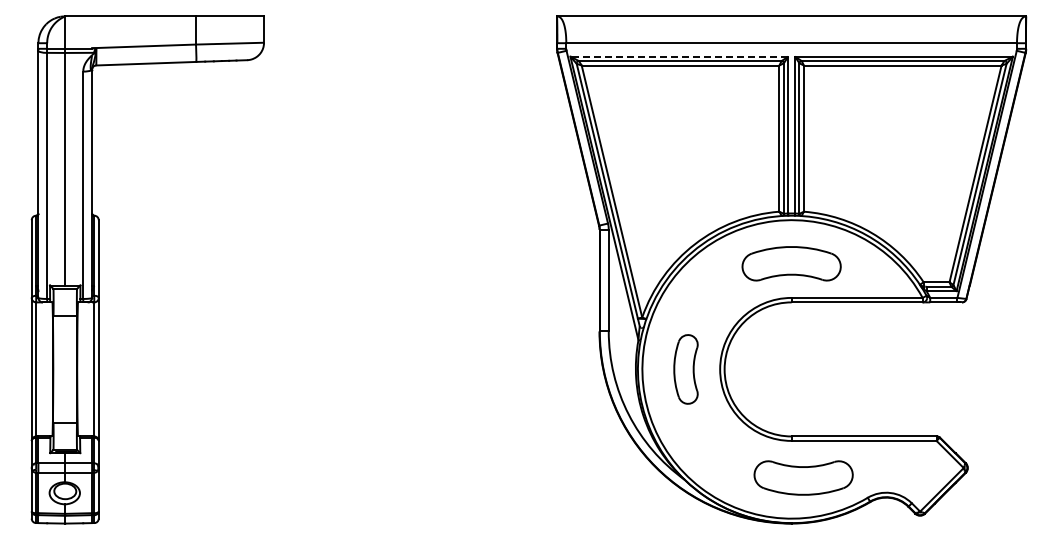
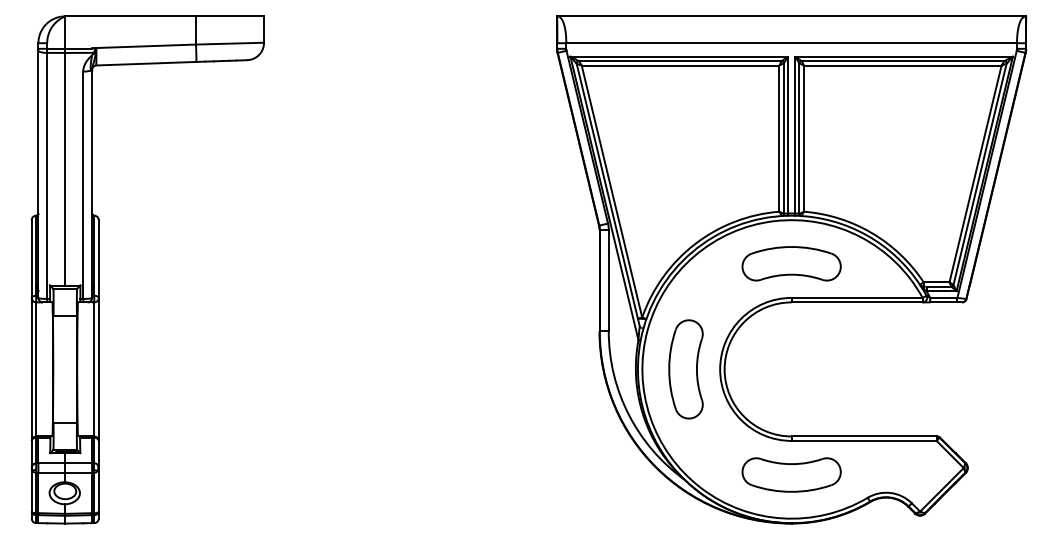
line at (679, 56): dashed -> solid
part at (685, 369) size: 26x71 px -> 36x101 px
part at (803, 477) position: (803, 477) -> (791, 474)
